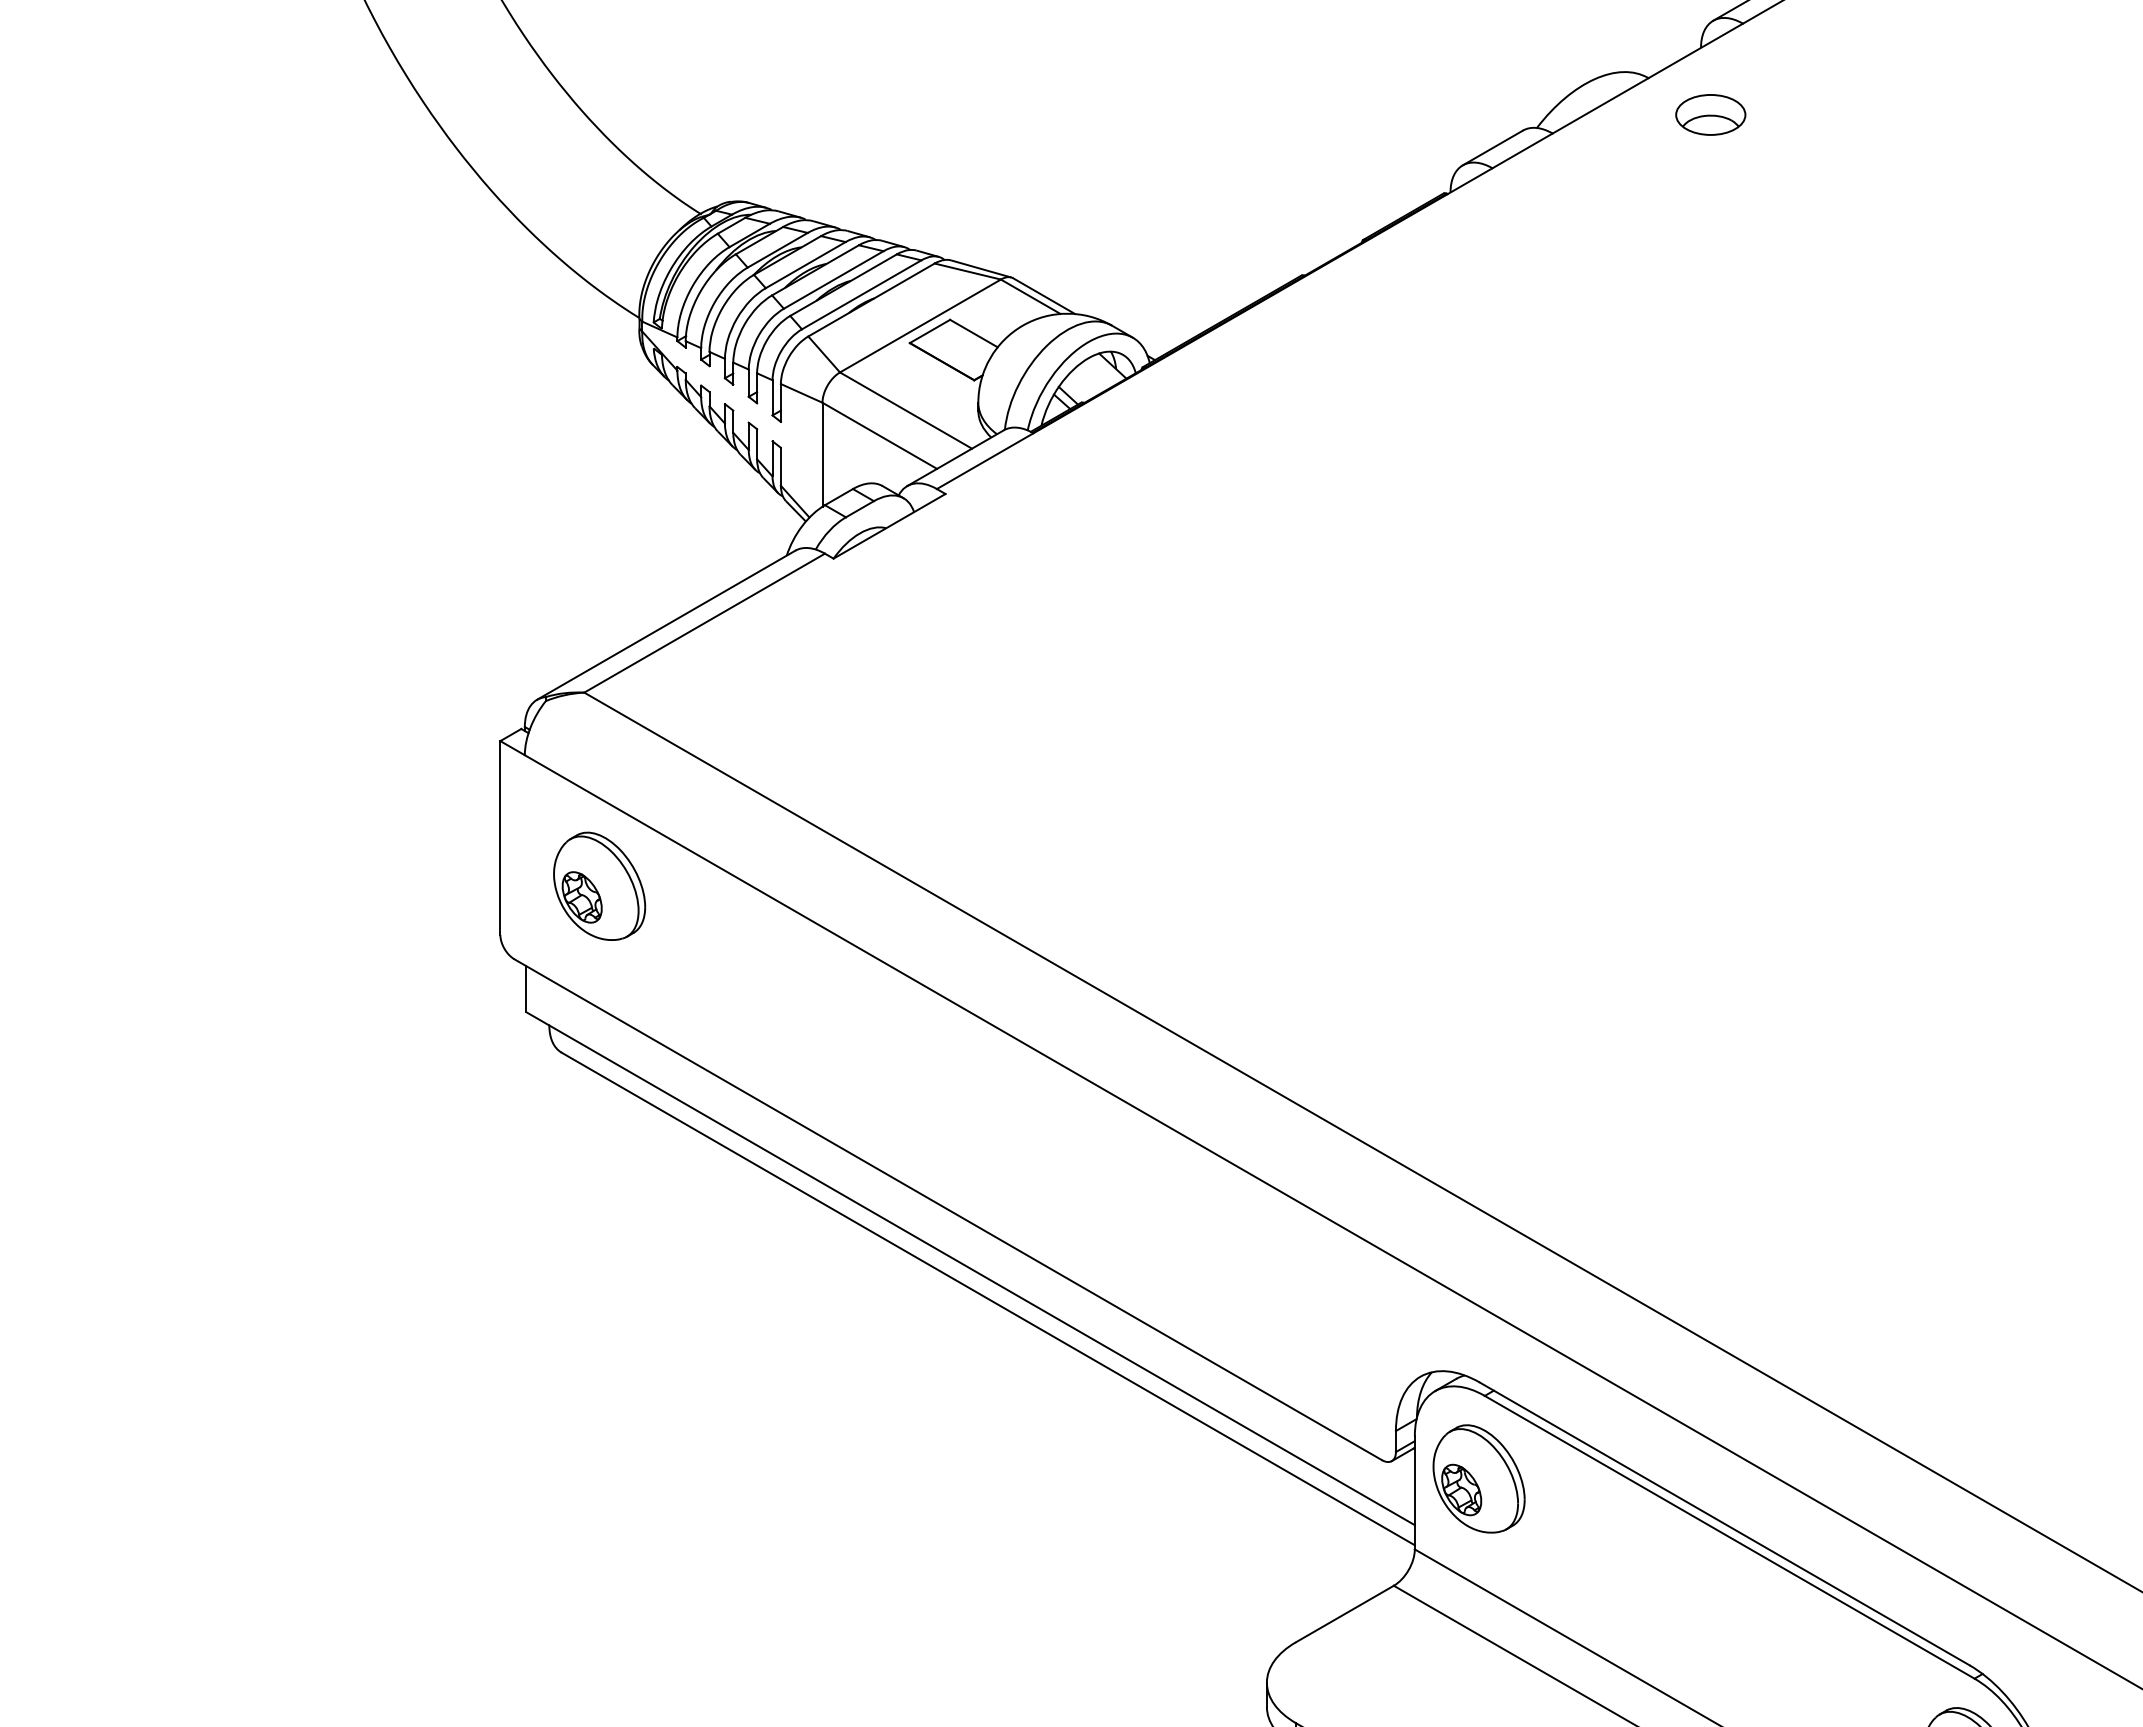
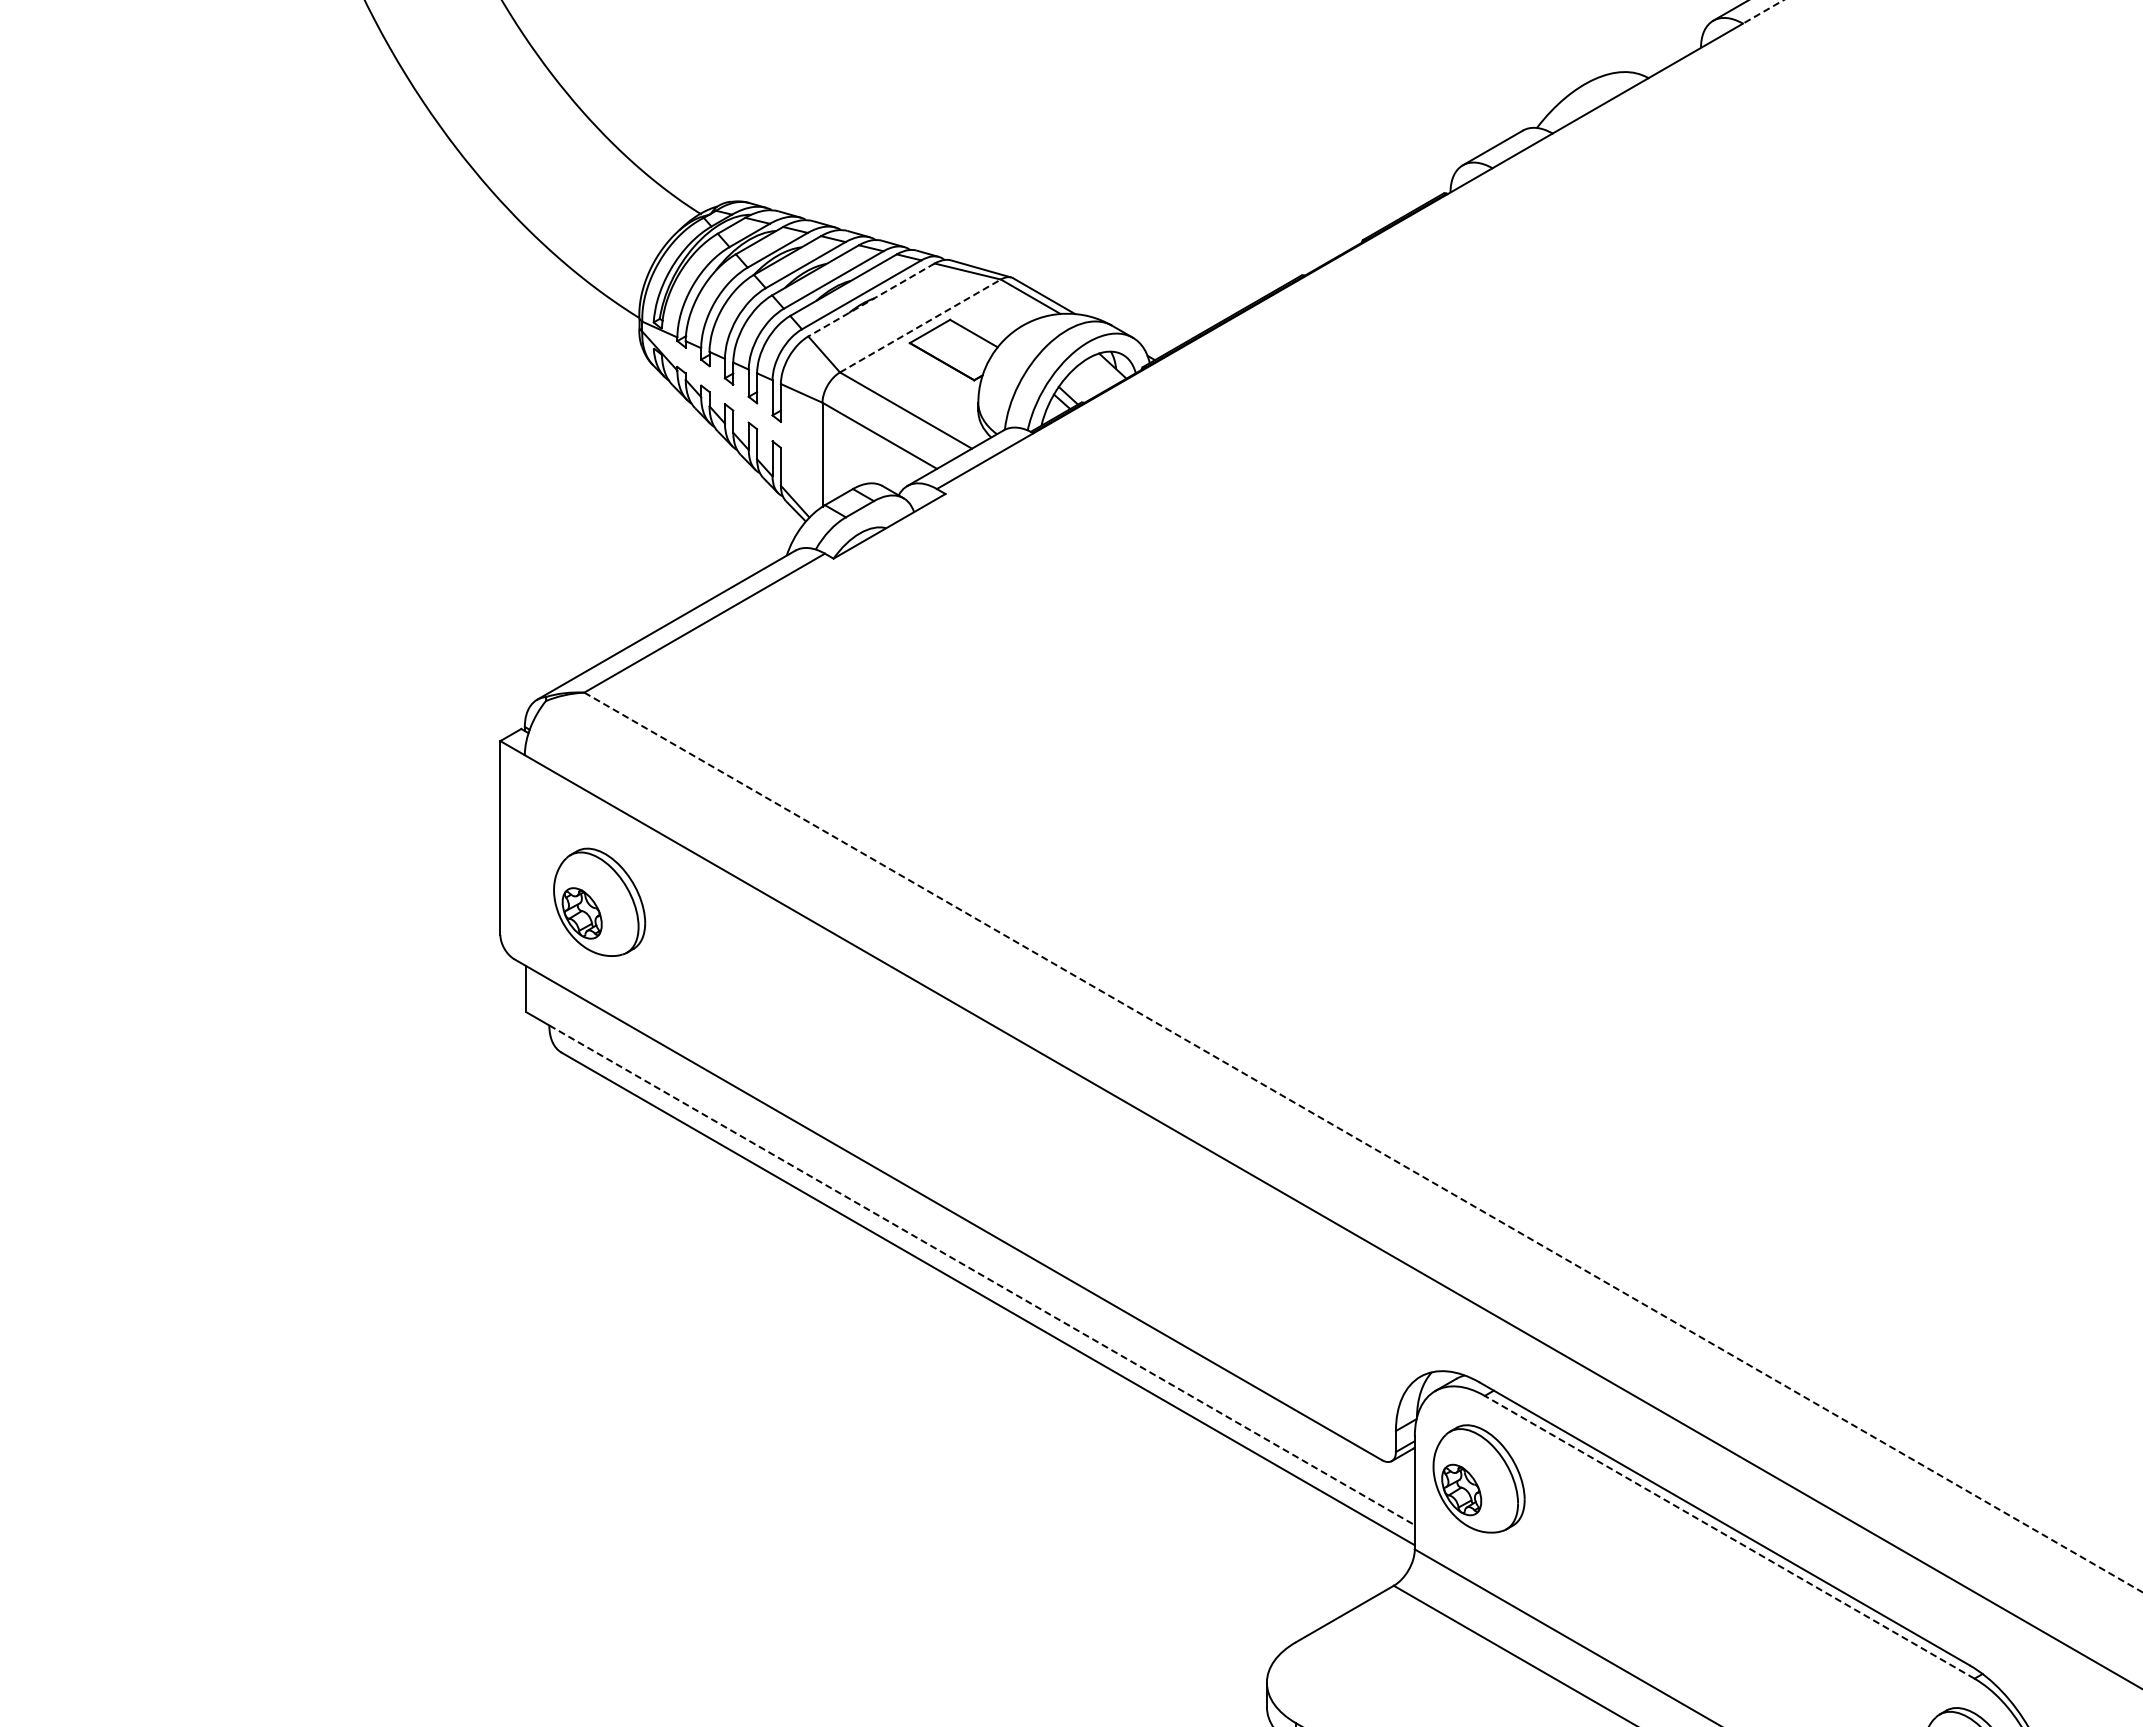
line at (1762, 12): solid -> dashed
part at (1710, 114): present -> none
line at (871, 300): solid -> dashed
line at (920, 326): solid -> dashed
part at (599, 885) position: (599, 885) -> (599, 901)
line at (1363, 1142): solid -> dashed
line at (982, 1275): solid -> dashed
line at (1729, 1537): solid -> dashed
